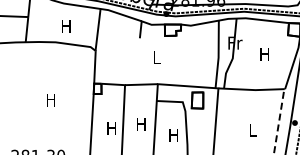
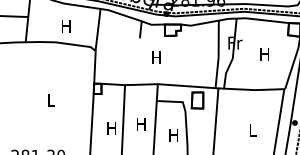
text at (156, 57): L -> H
text at (50, 100): H -> L
line at (279, 121): dashed -> solid
